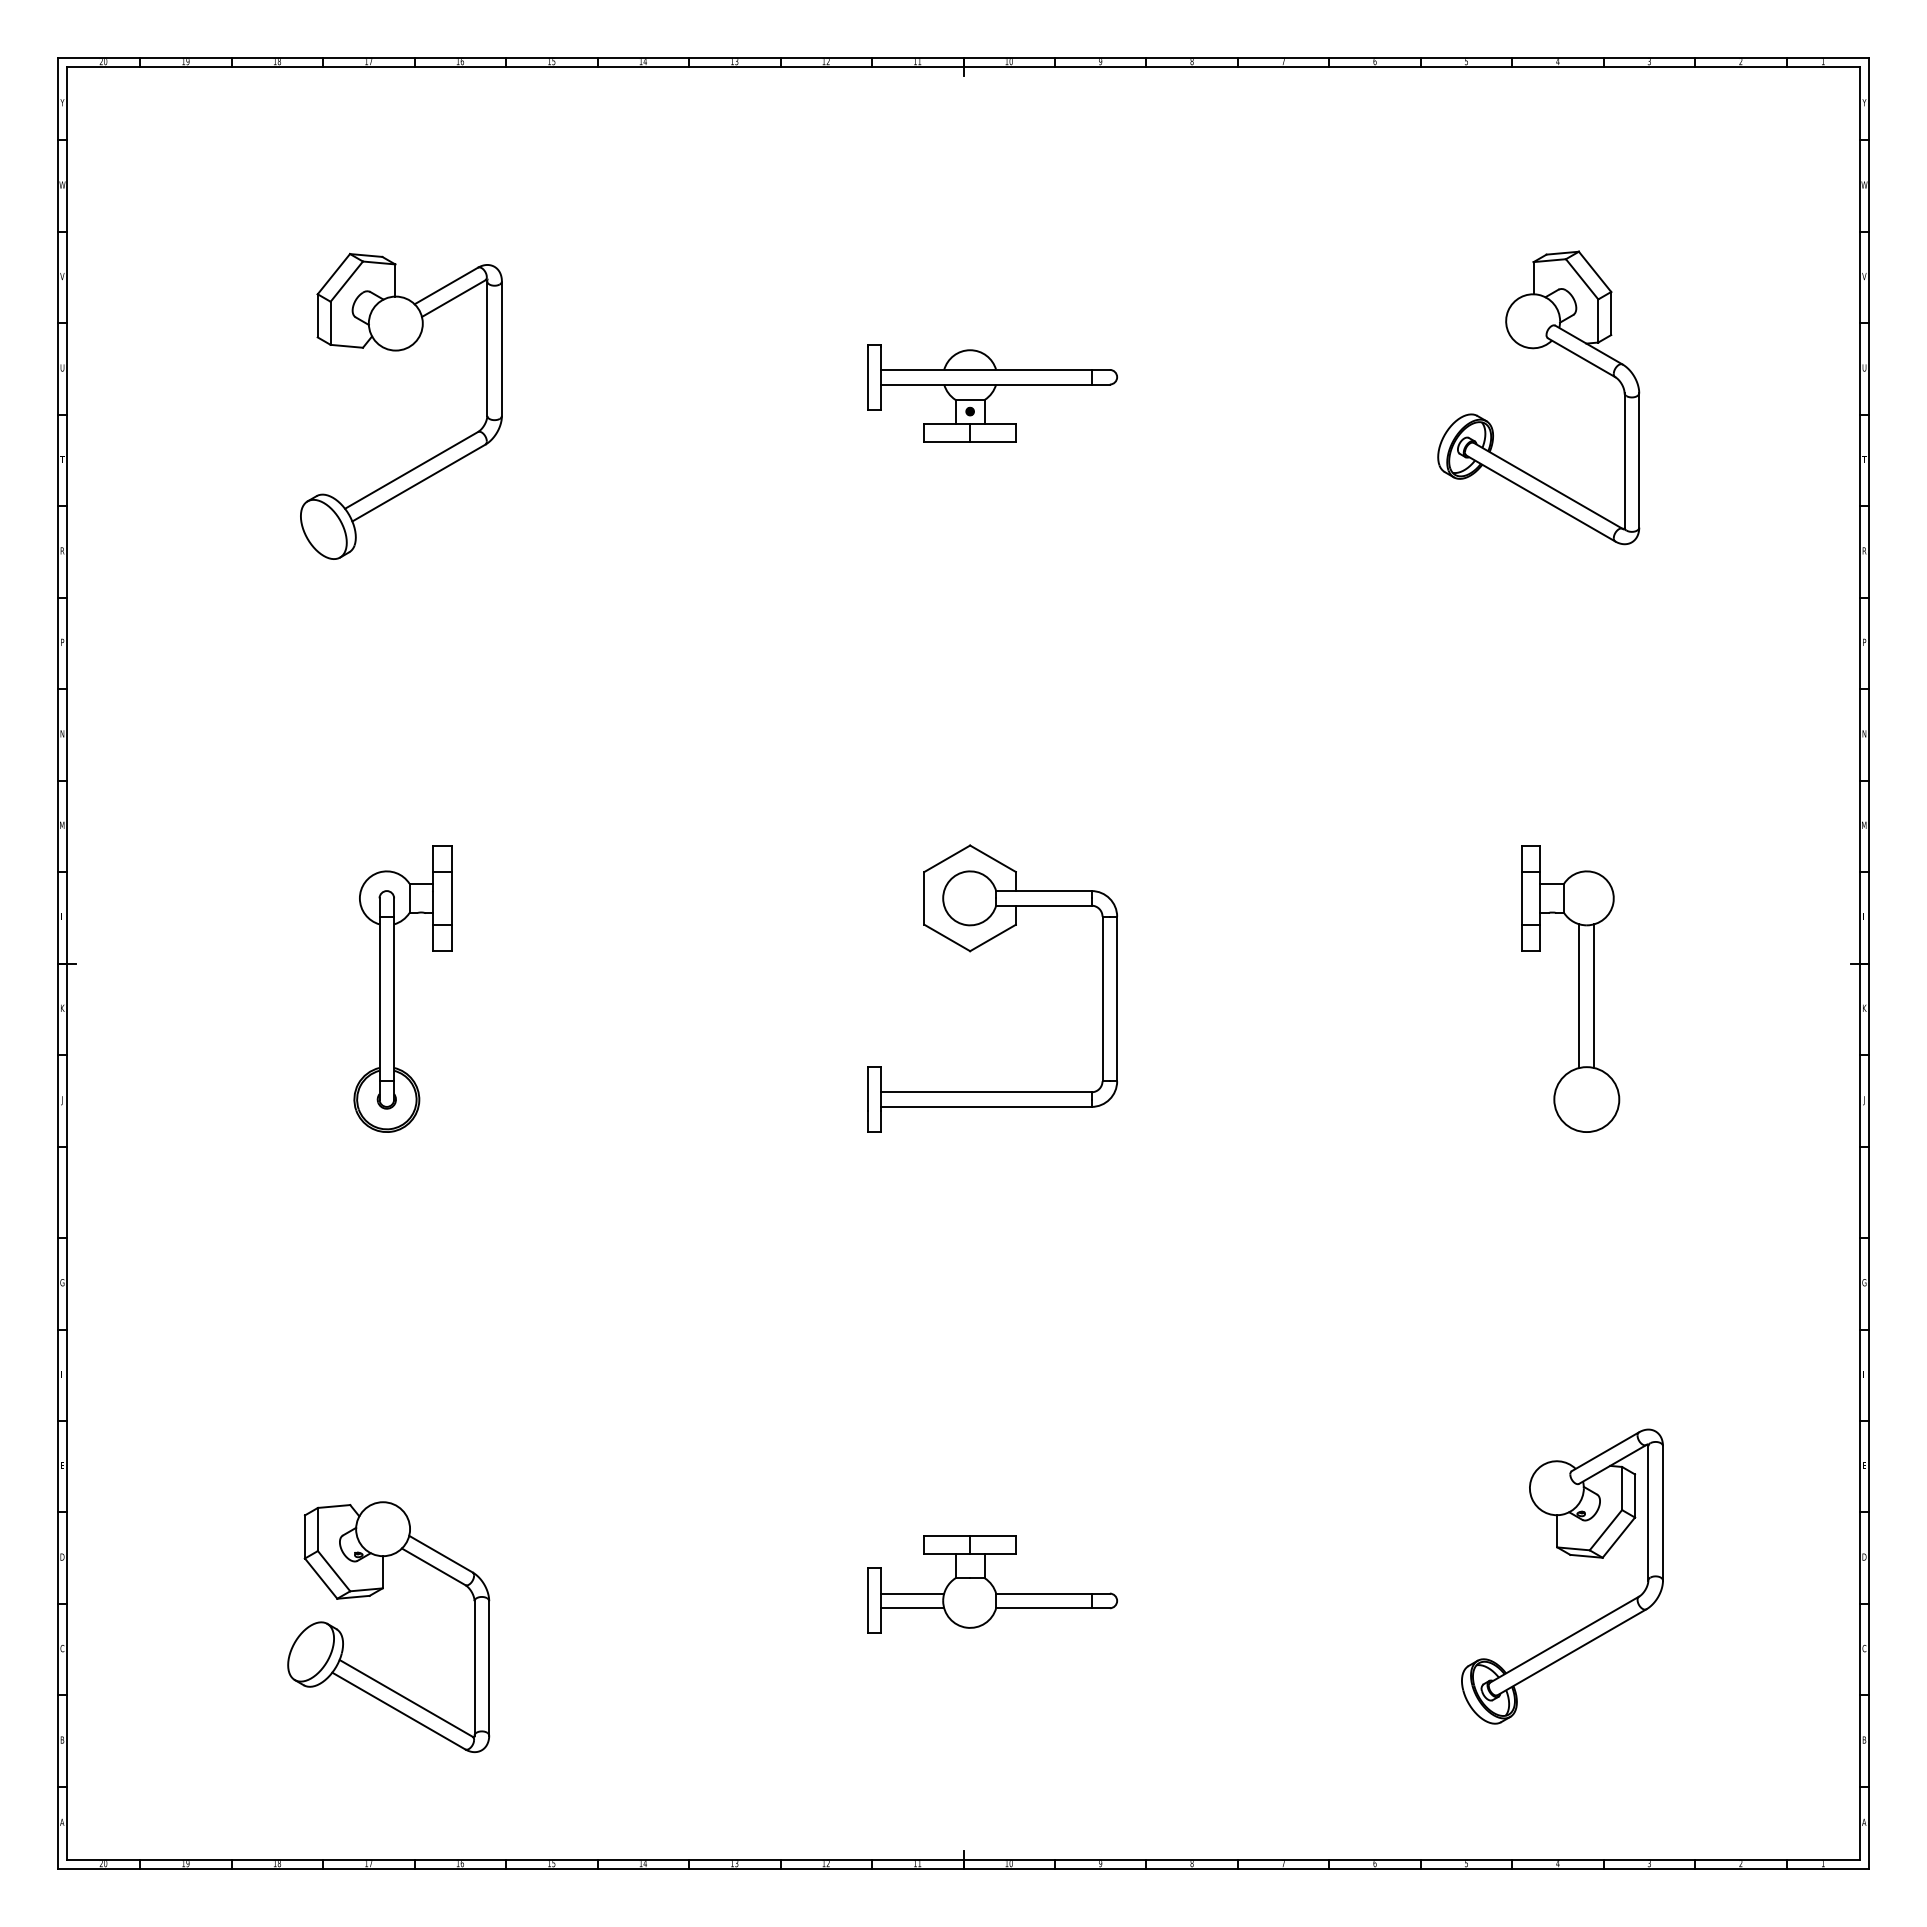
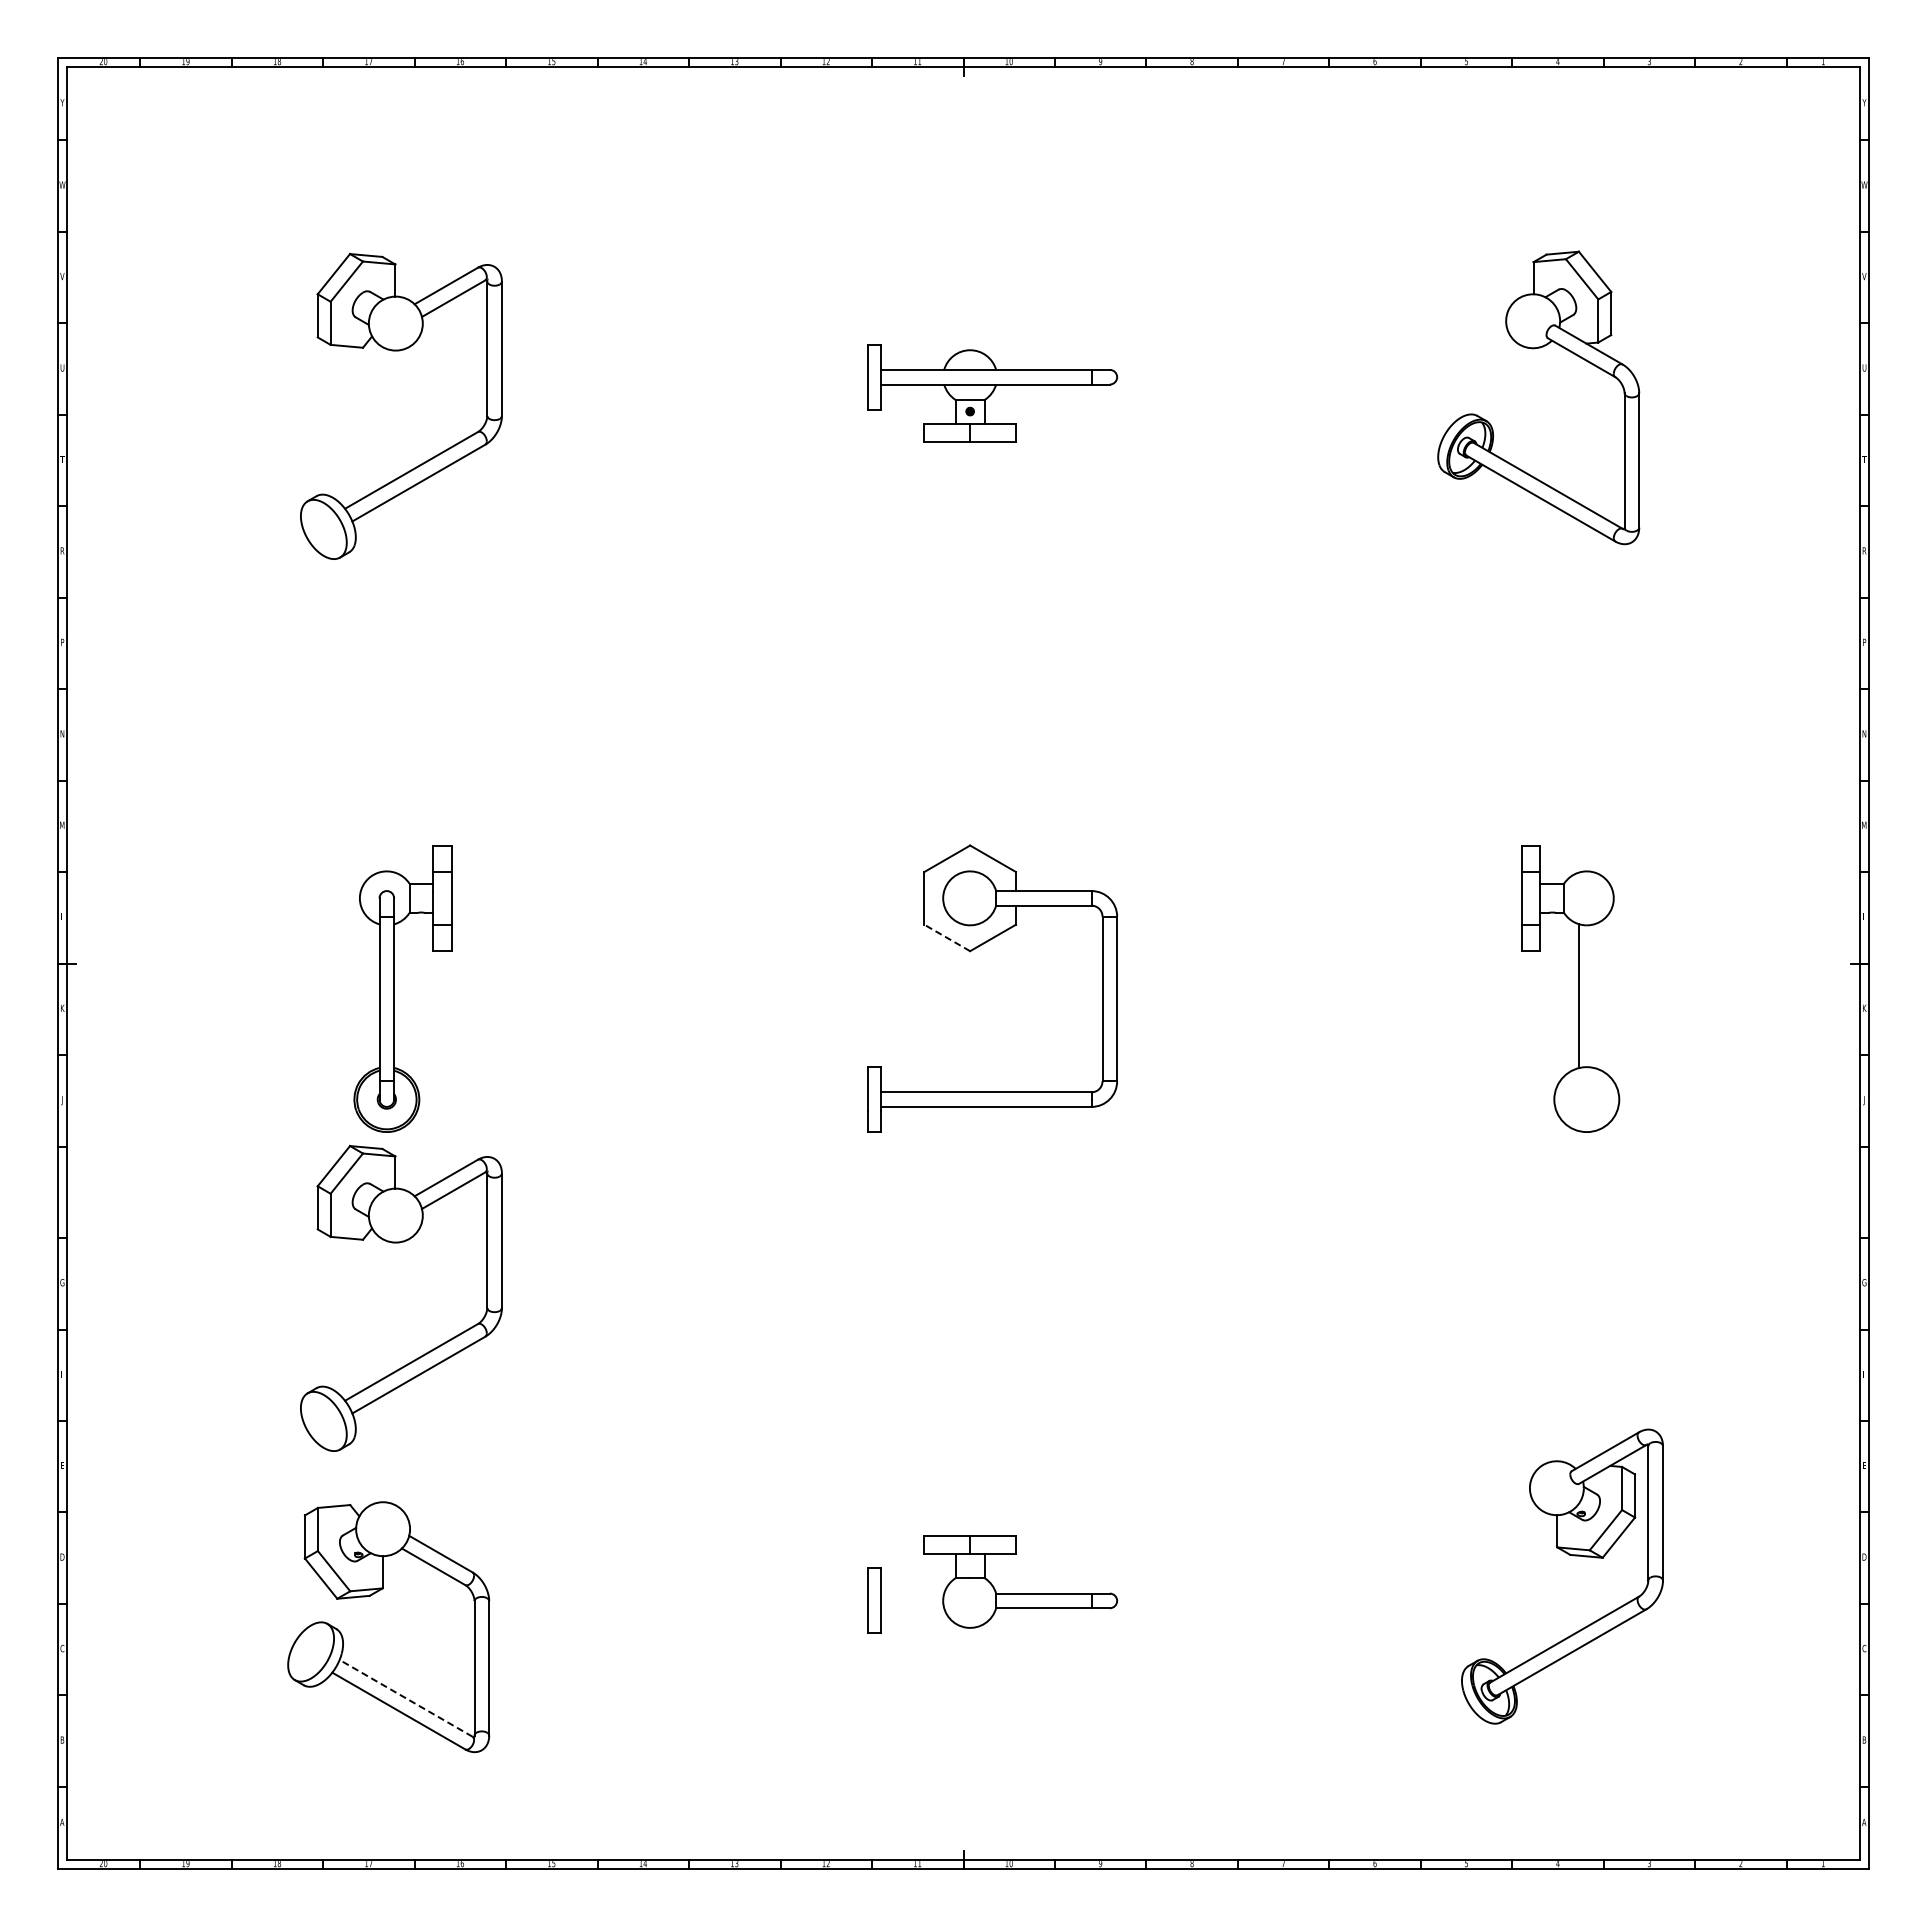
line at (946, 937): solid -> dashed
line at (1594, 995): present -> none
part at (399, 1243): none -> present
line at (912, 1593): present -> none
line at (912, 1608): present -> none
line at (406, 1698): solid -> dashed
